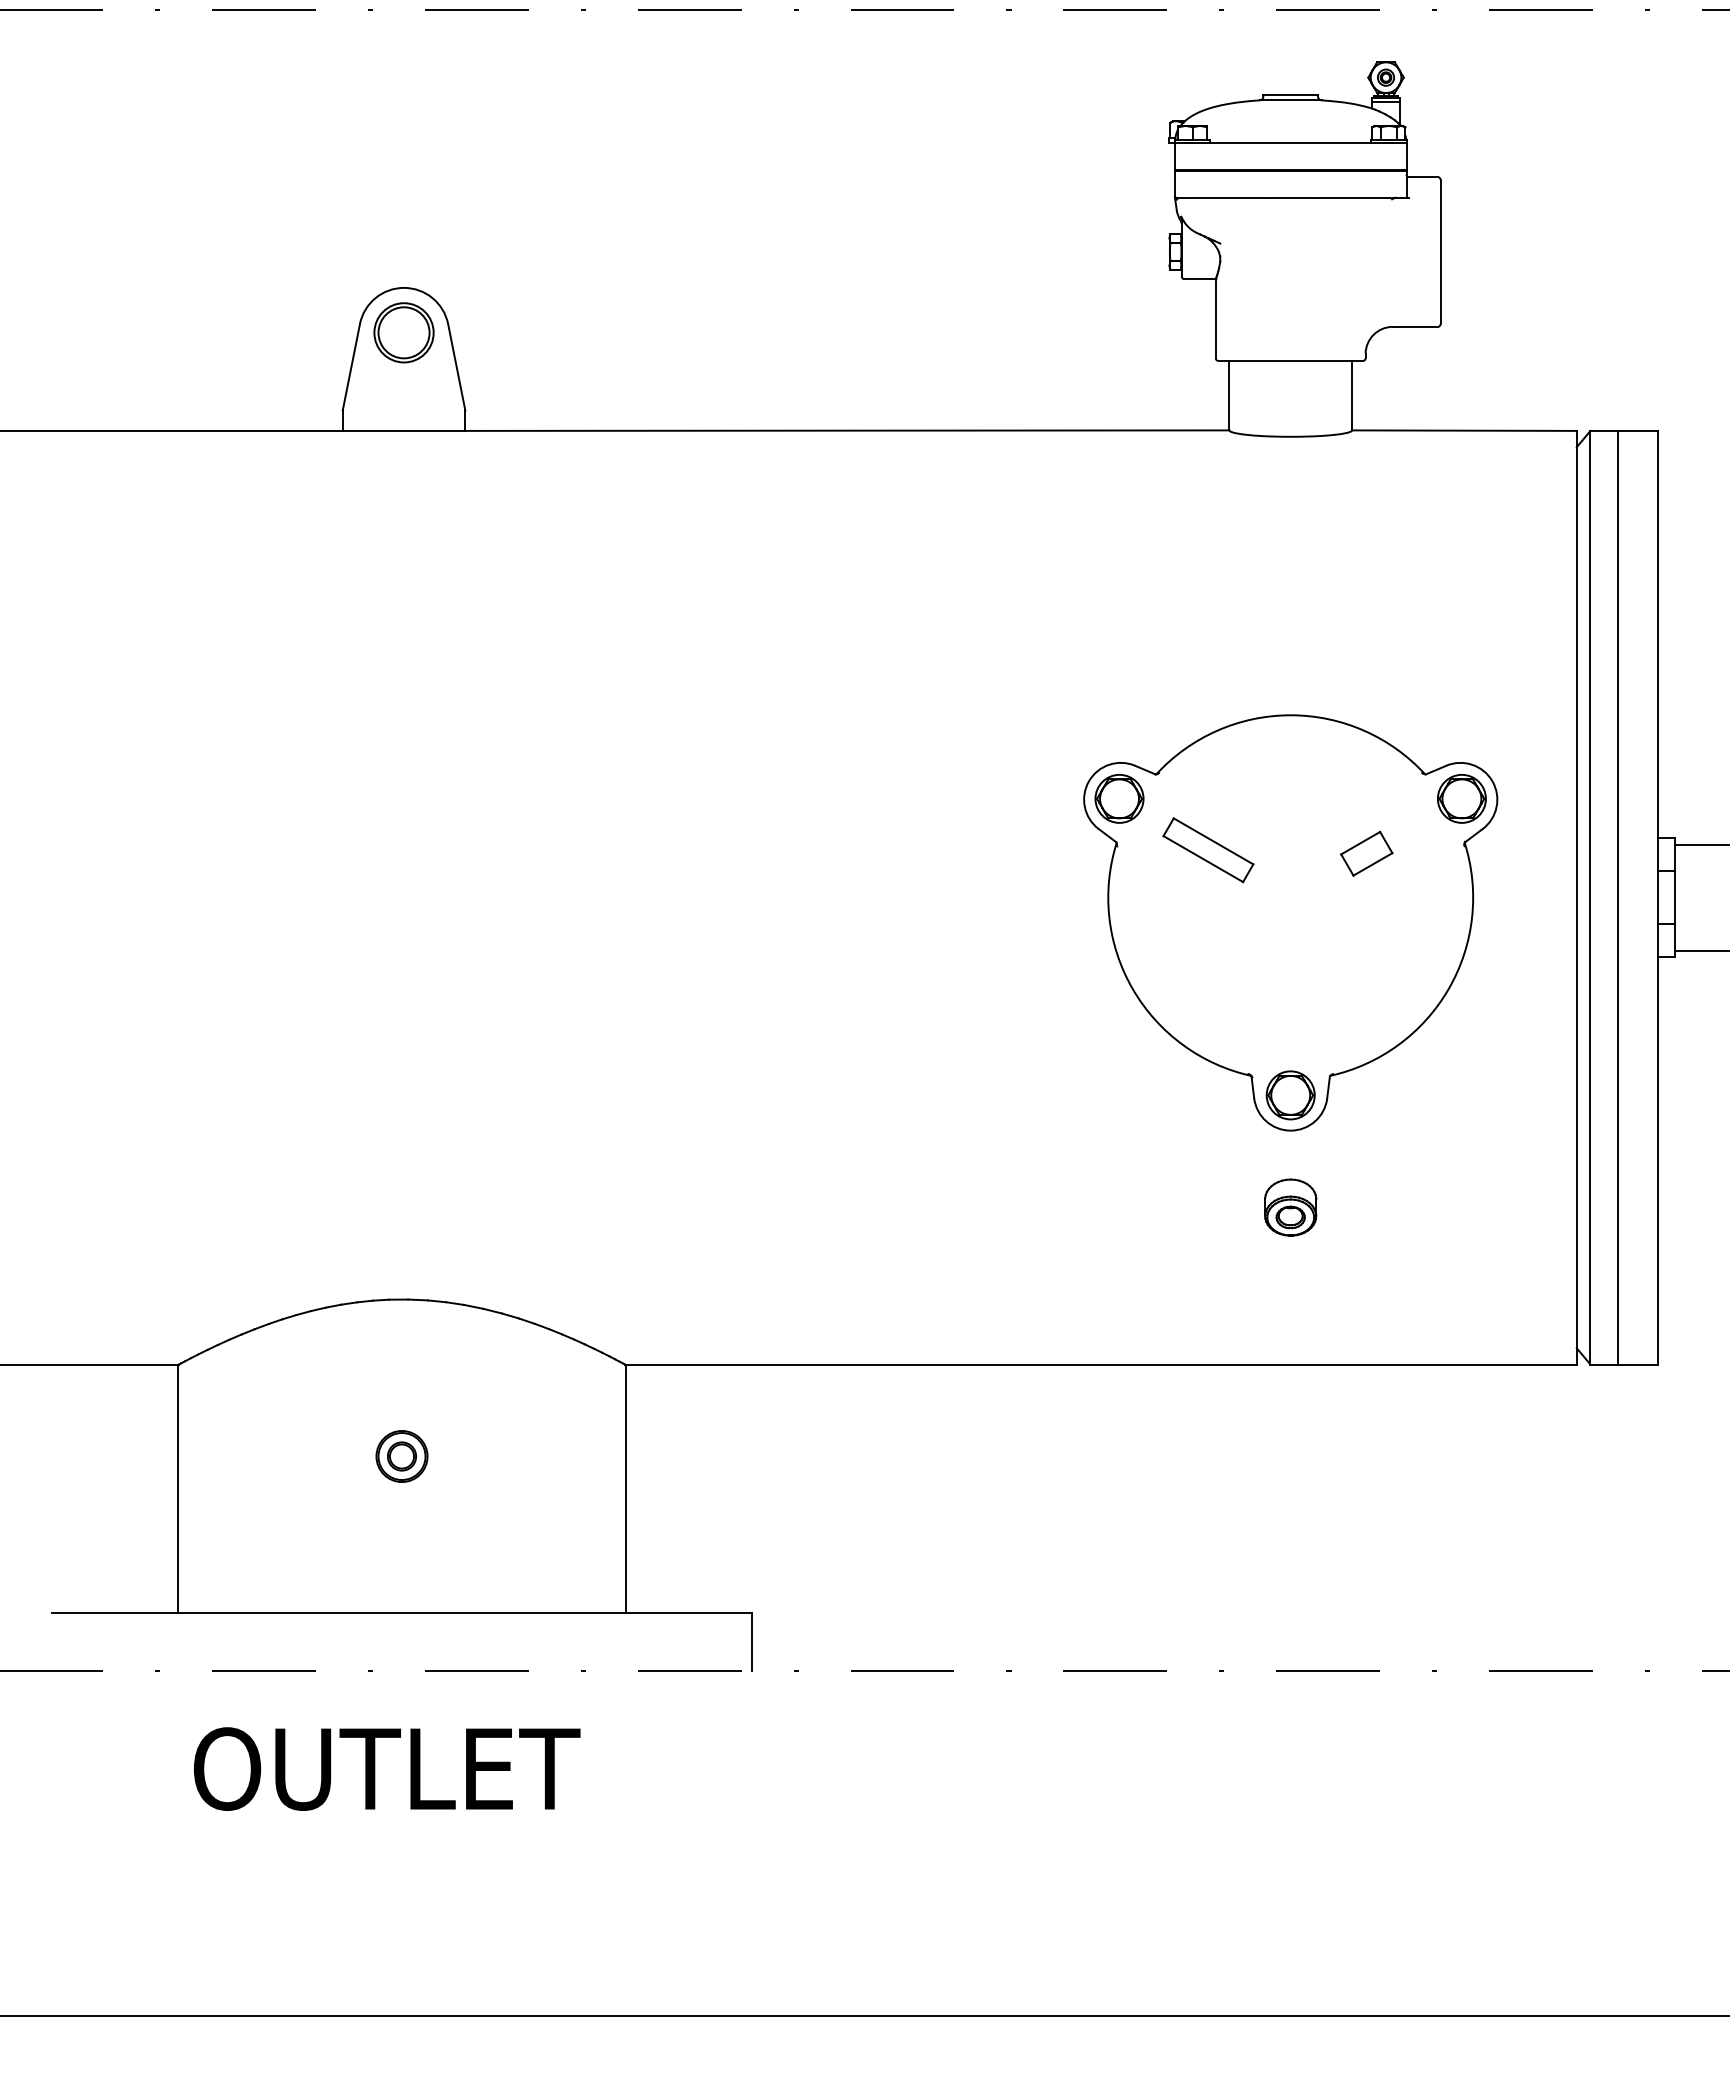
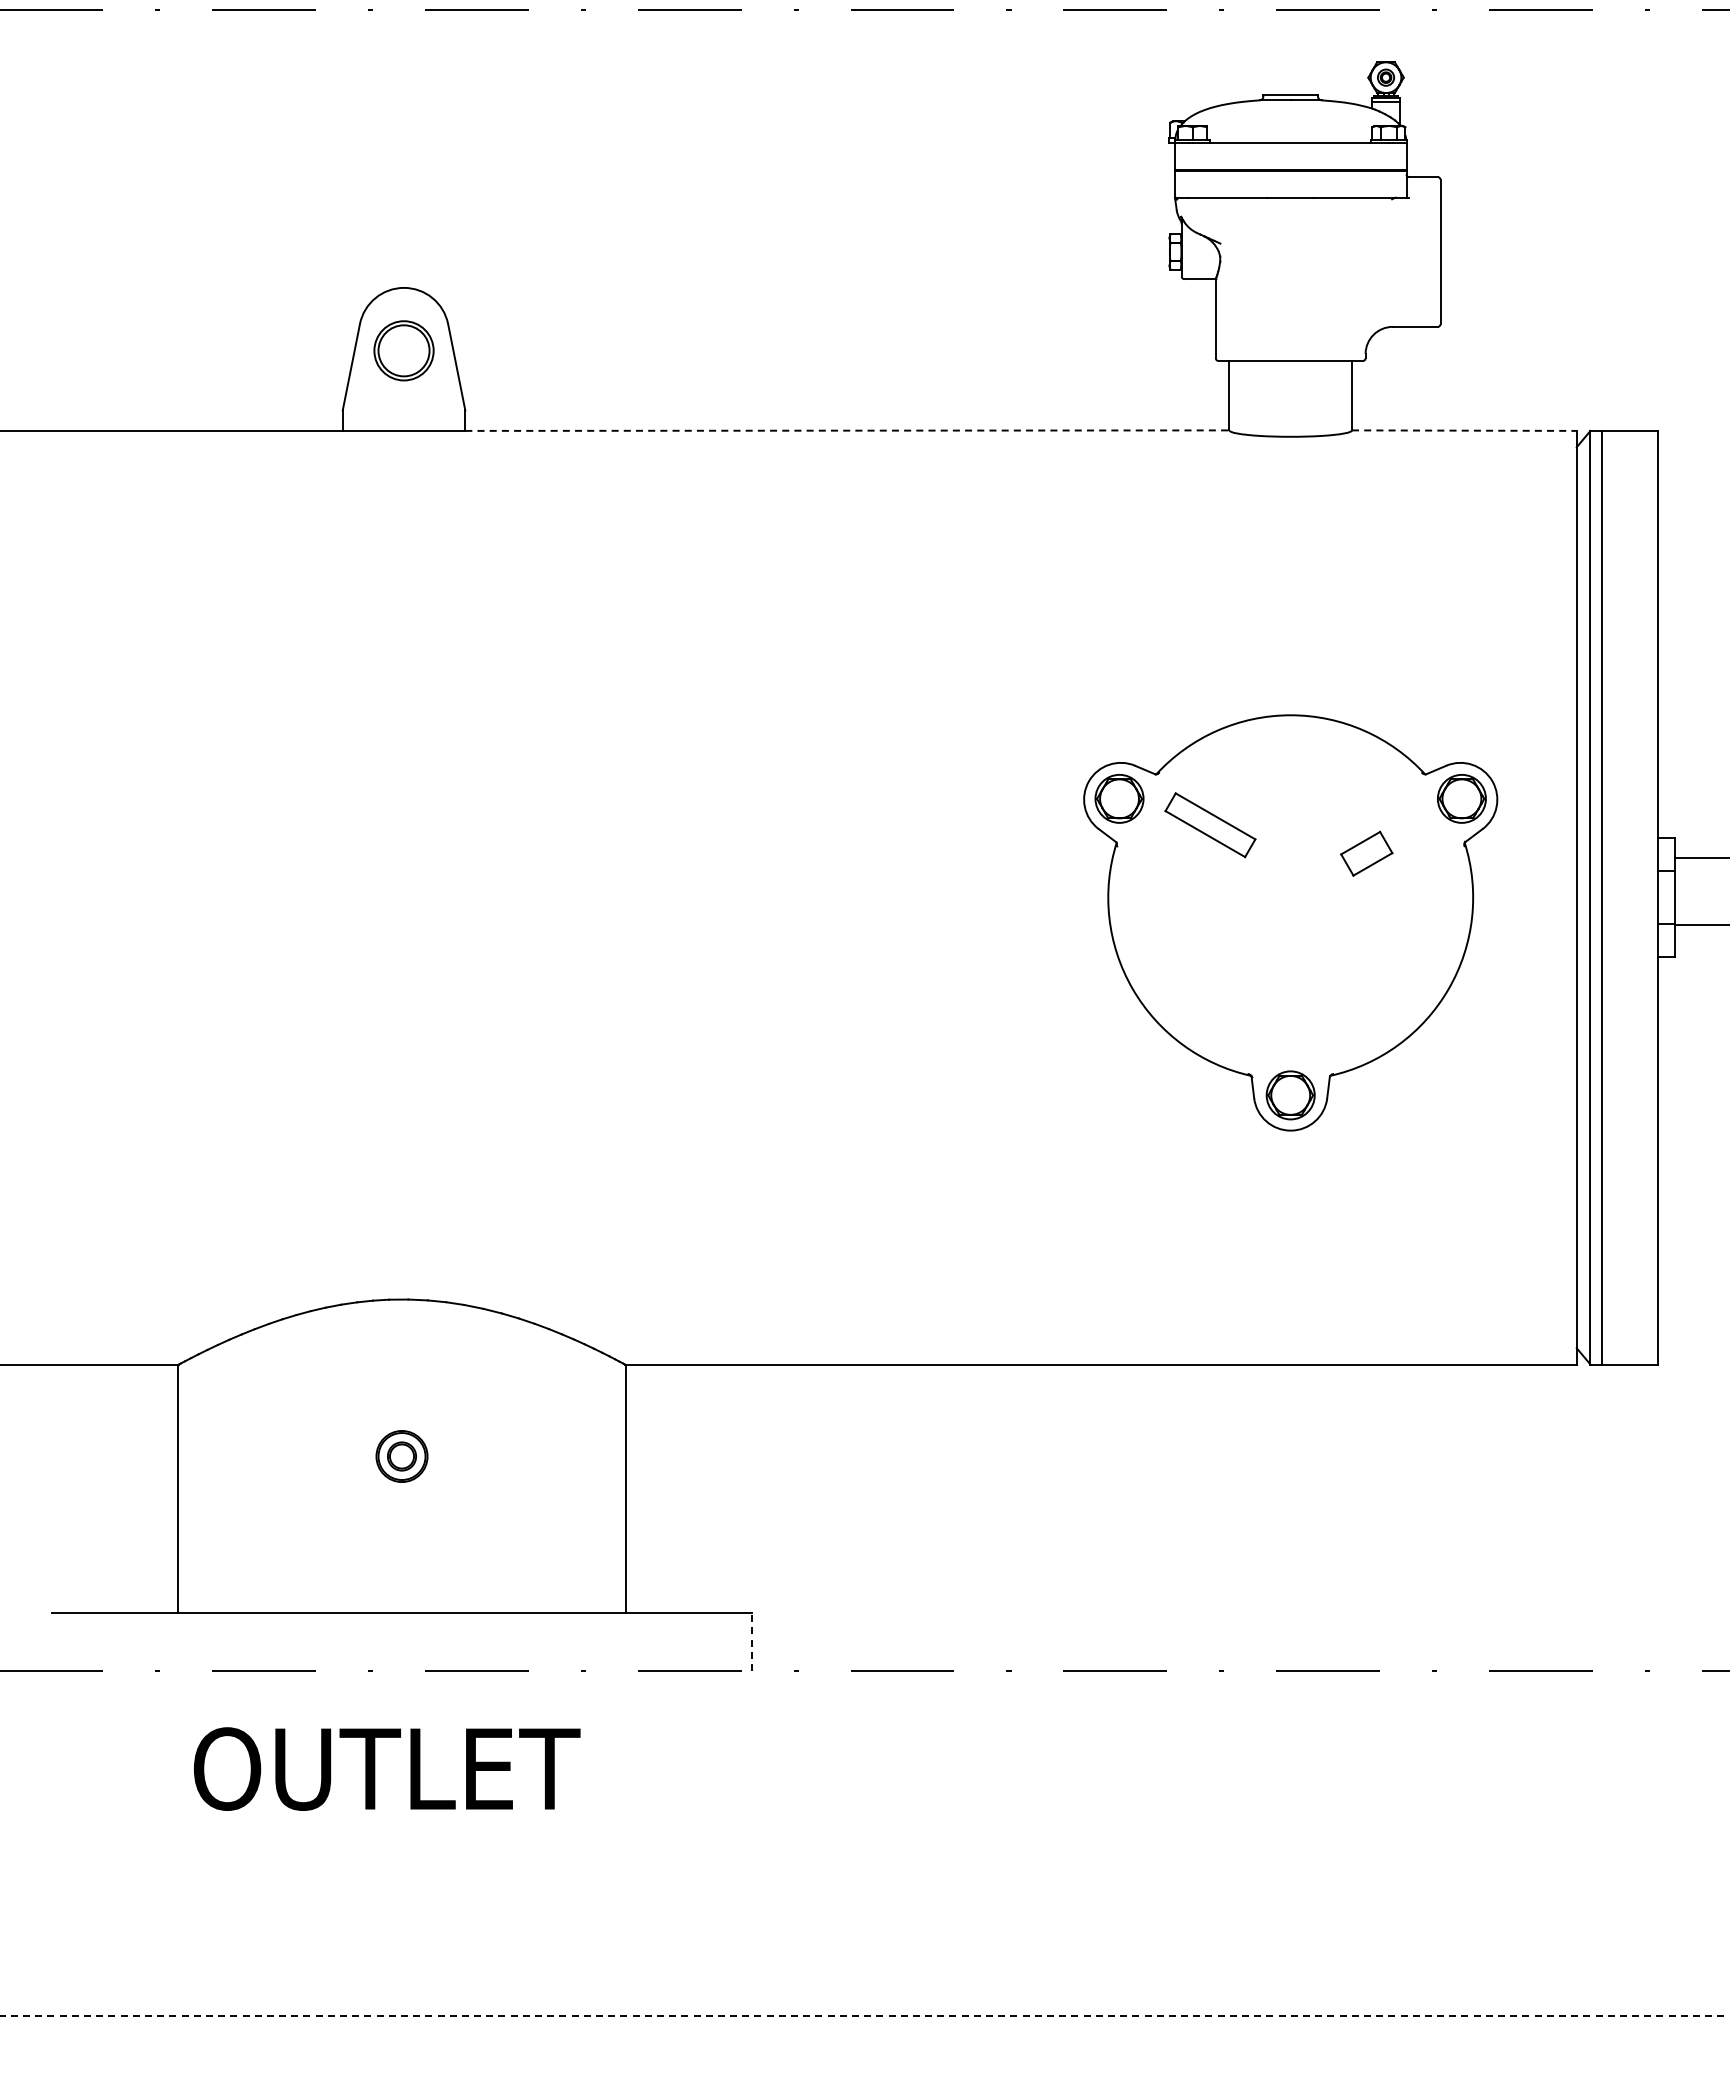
part at (403, 332) position: (403, 332) -> (403, 350)
line at (847, 430): solid -> dashed
line at (1464, 430): solid -> dashed
line at (1700, 844) position: (1700, 844) -> (1700, 857)
part at (1208, 850) position: (1208, 850) -> (1210, 825)
line at (1617, 897) position: (1617, 897) -> (1601, 897)
line at (1700, 950) position: (1700, 950) -> (1700, 924)
part at (1290, 1207): present -> none
line at (752, 1641): solid -> dashed
line at (865, 2015): solid -> dashed
